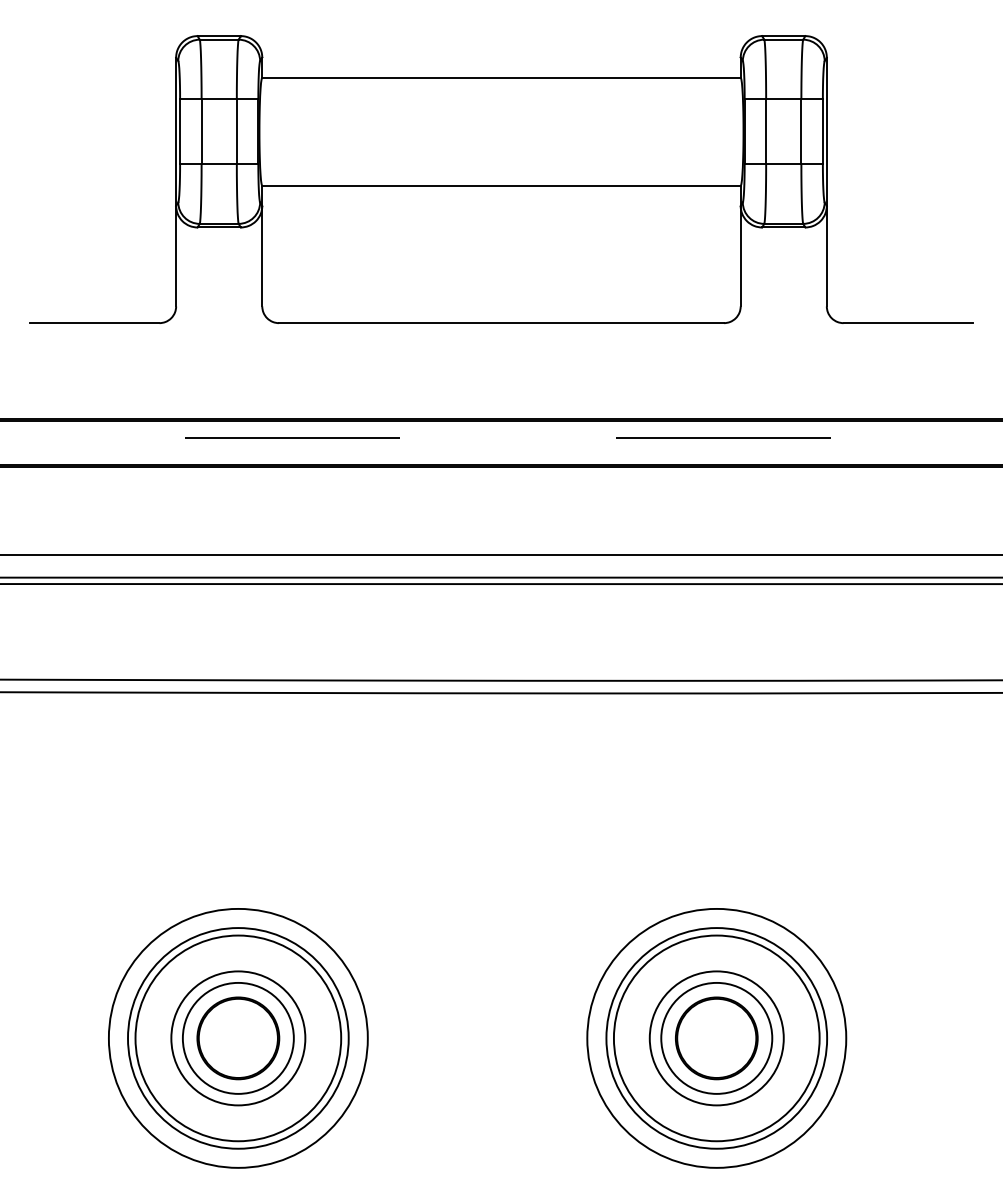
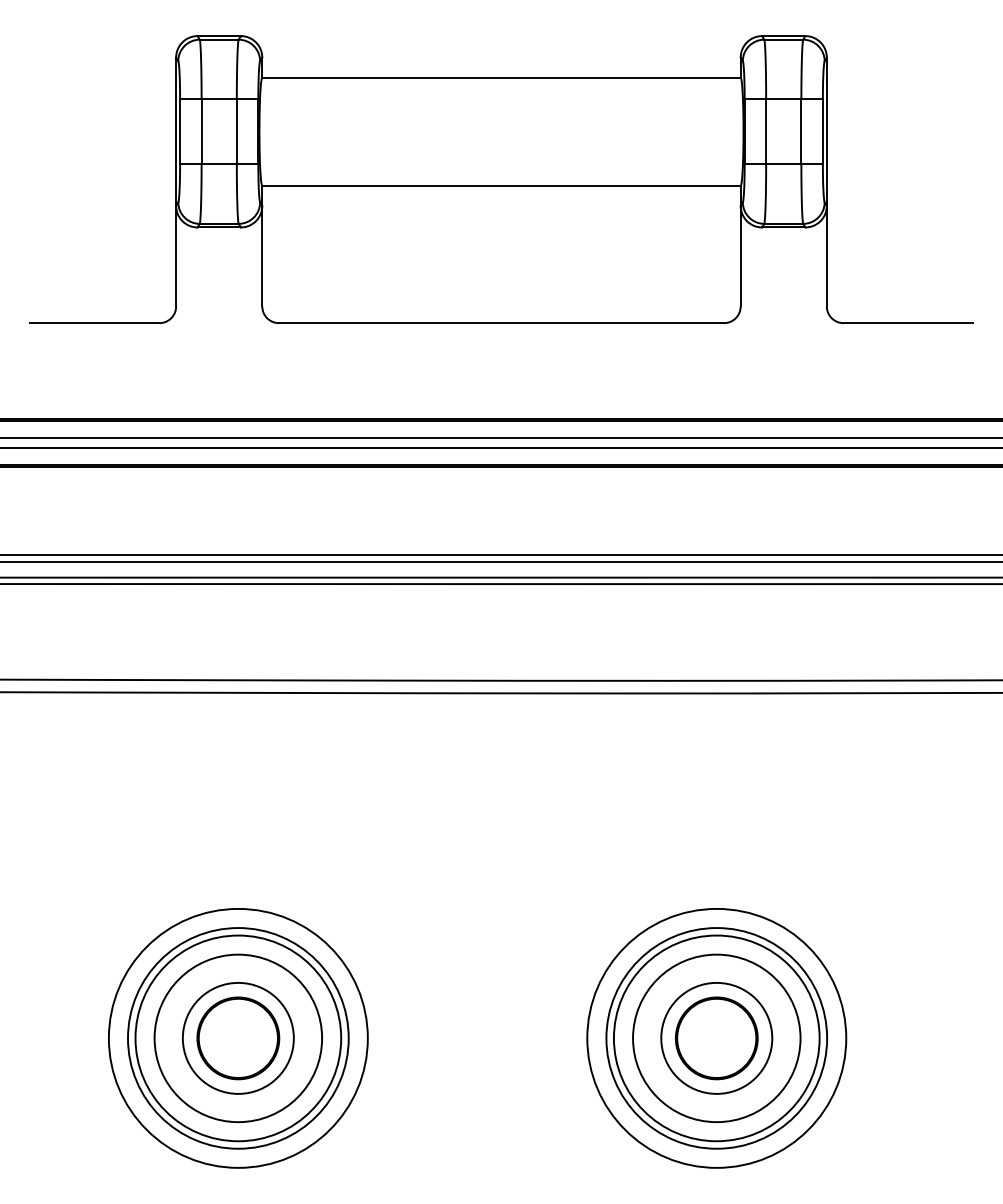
line at (501, 437): dashed -> solid
line at (500, 448): none -> present
line at (500, 562): none -> present
circle at (238, 1038) diameter: 134 px -> 167 px
circle at (716, 1038) diameter: 134 px -> 167 px
